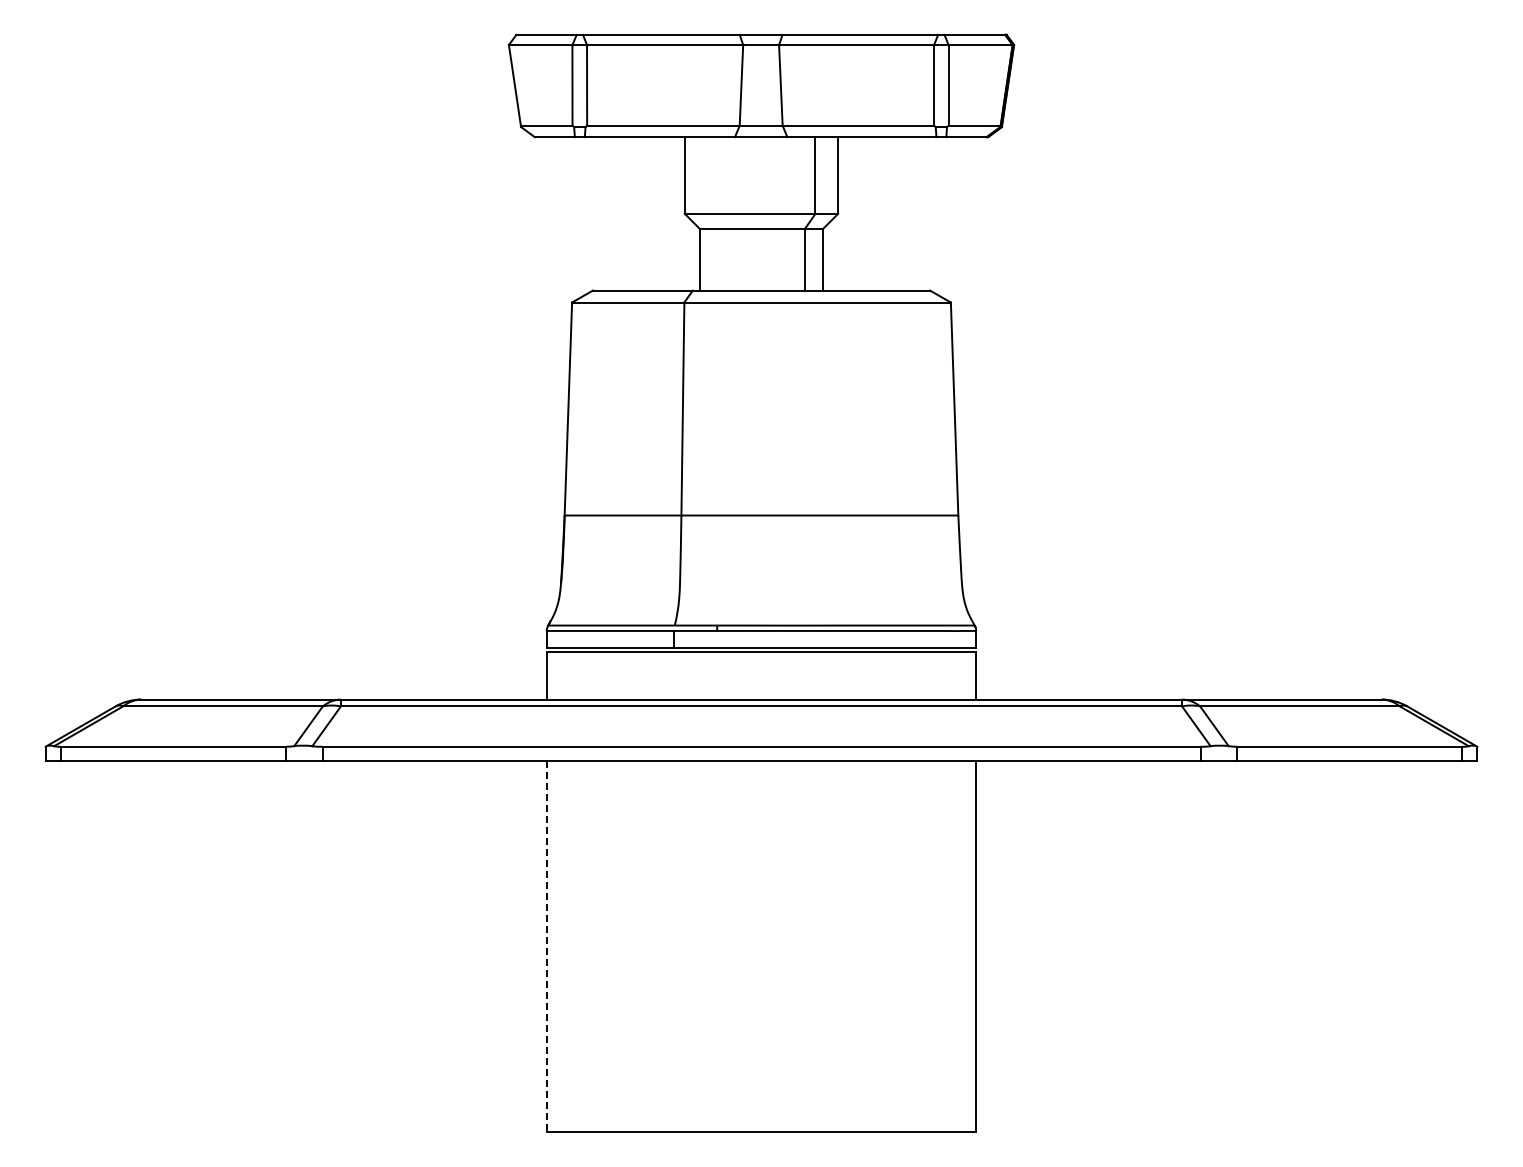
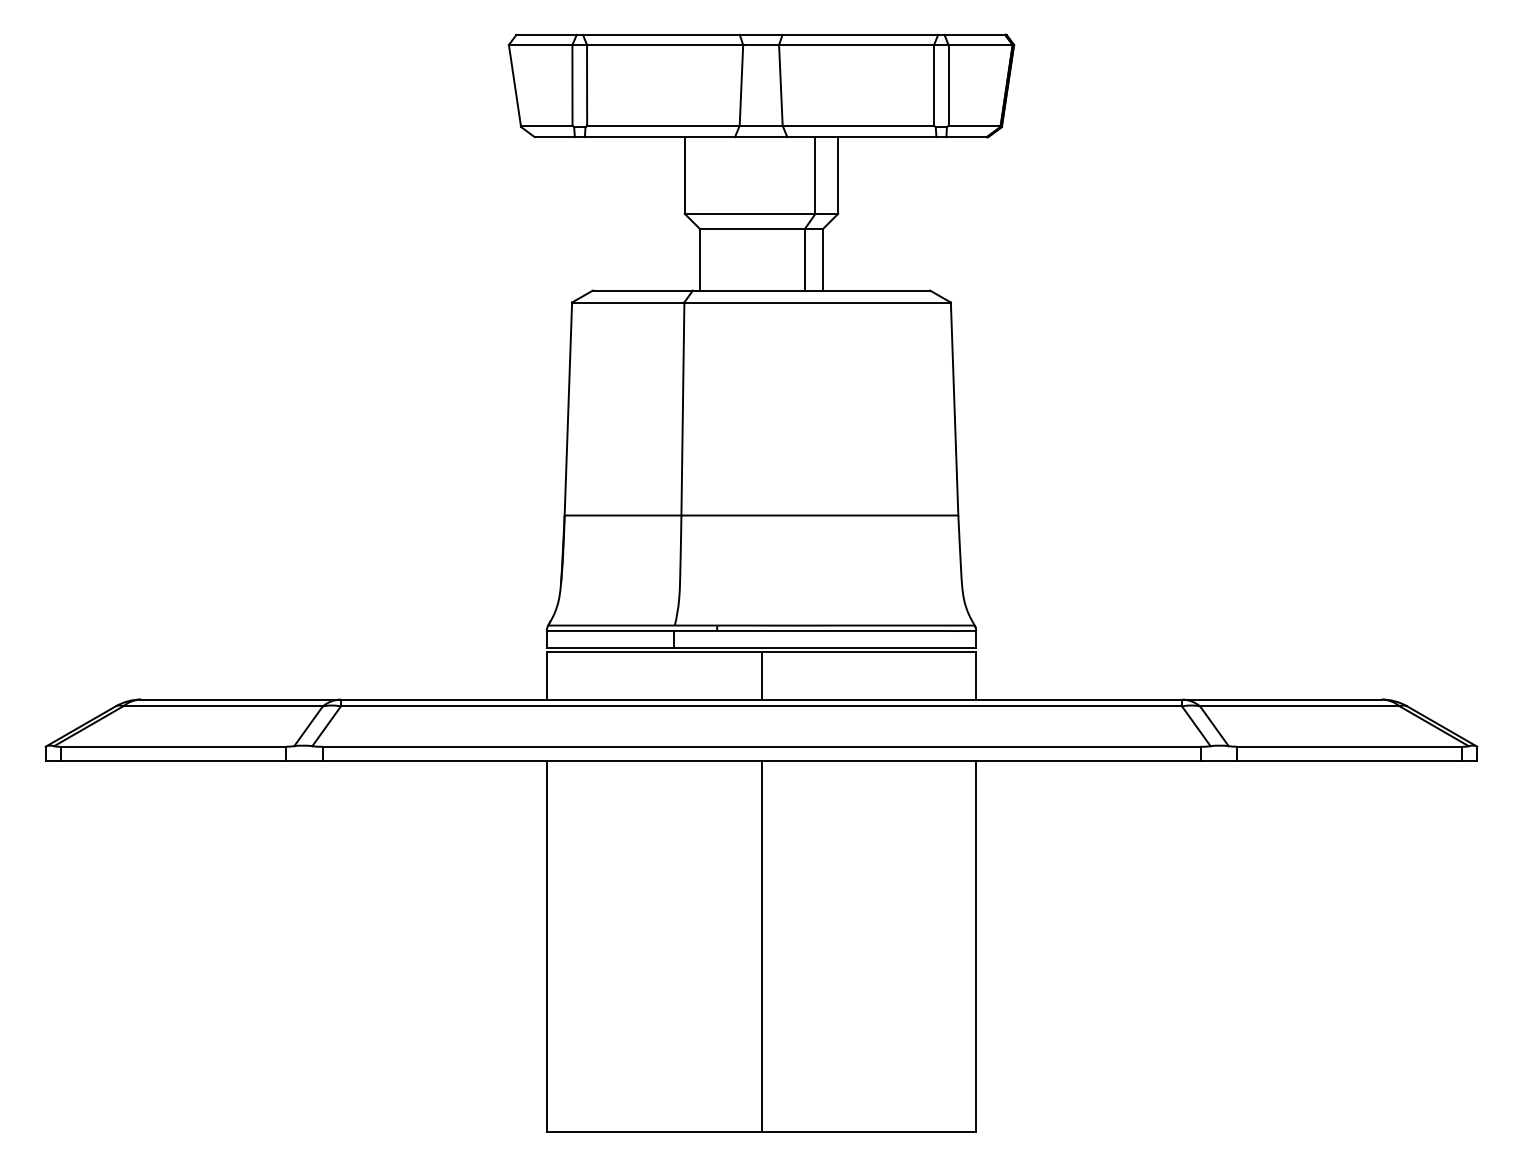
line at (761, 675): none -> present
line at (546, 946): dashed -> solid
line at (761, 946): none -> present
